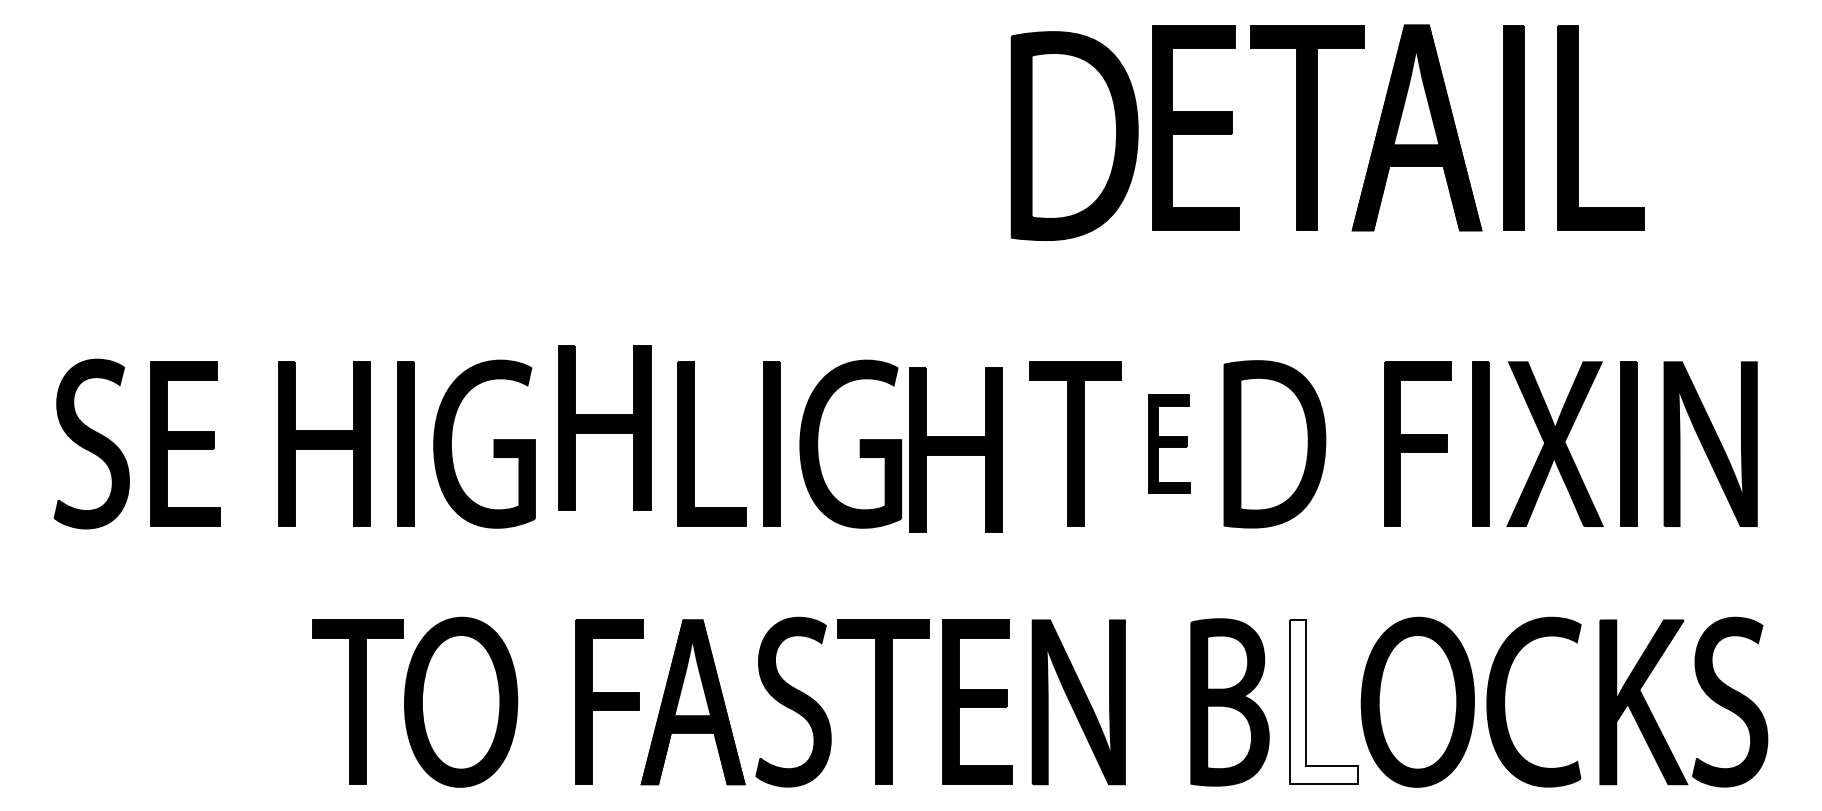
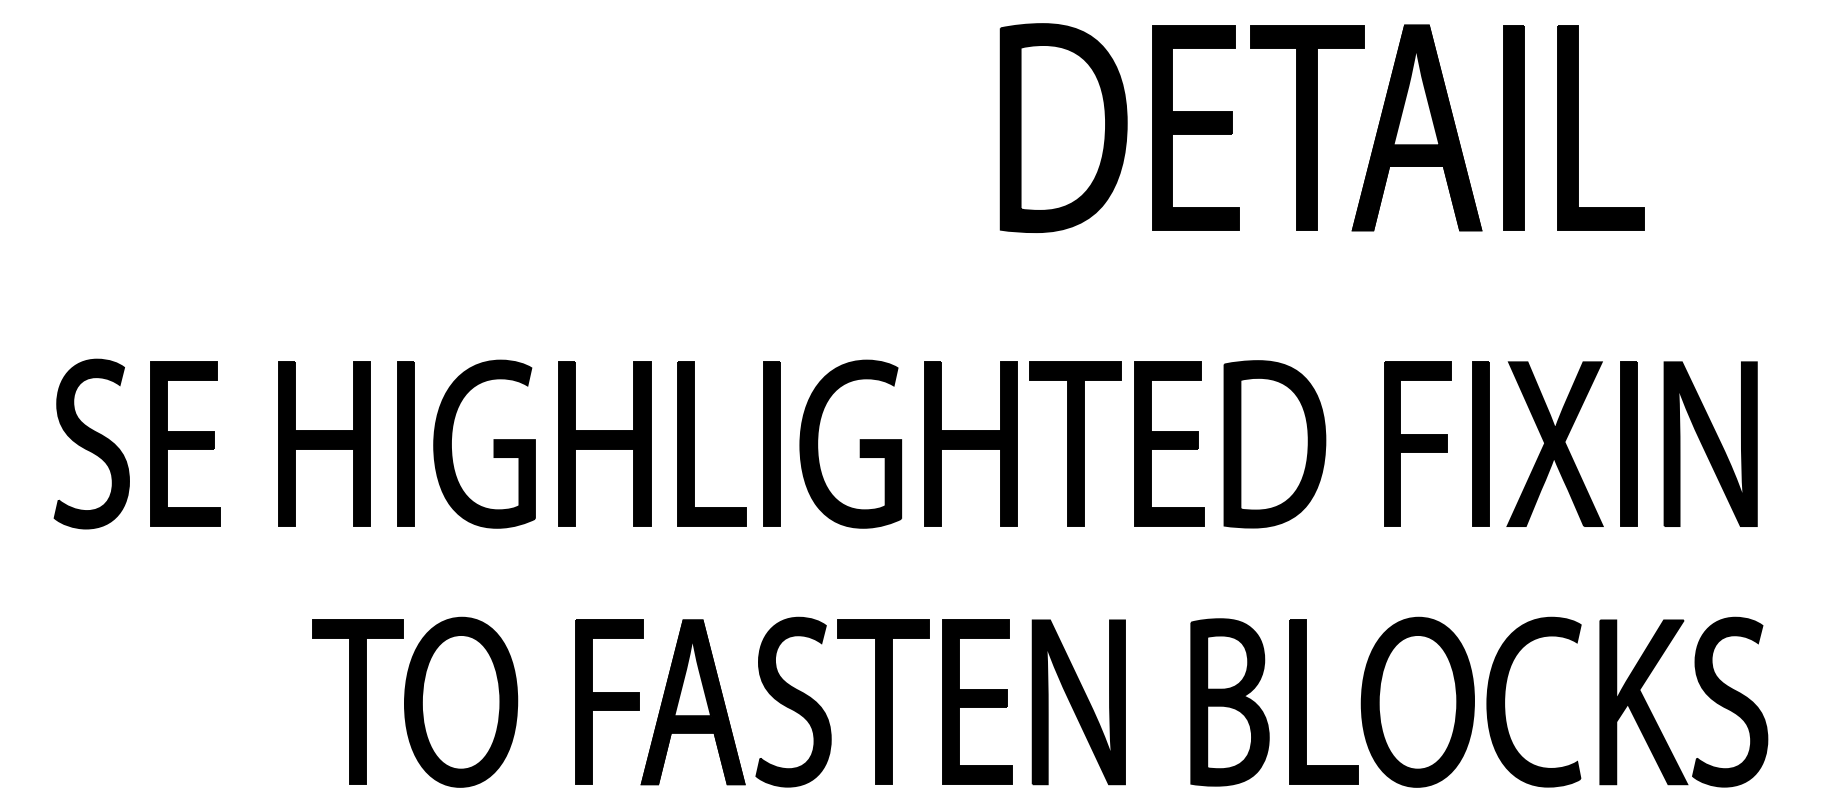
part at (1074, 135) position: (1074, 135) -> (1063, 127)
part at (604, 427) position: (604, 427) -> (604, 443)
part at (1169, 443) size: 43x100 px -> 71x166 px
part at (955, 449) position: (955, 449) -> (970, 443)
fill at (1324, 702): none -> present
